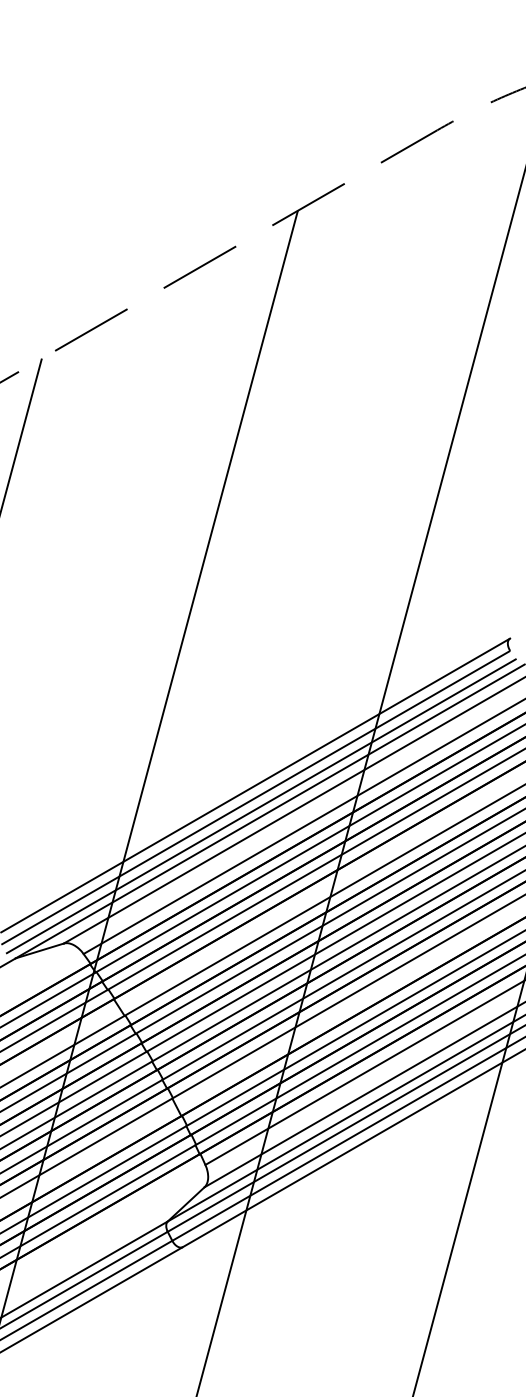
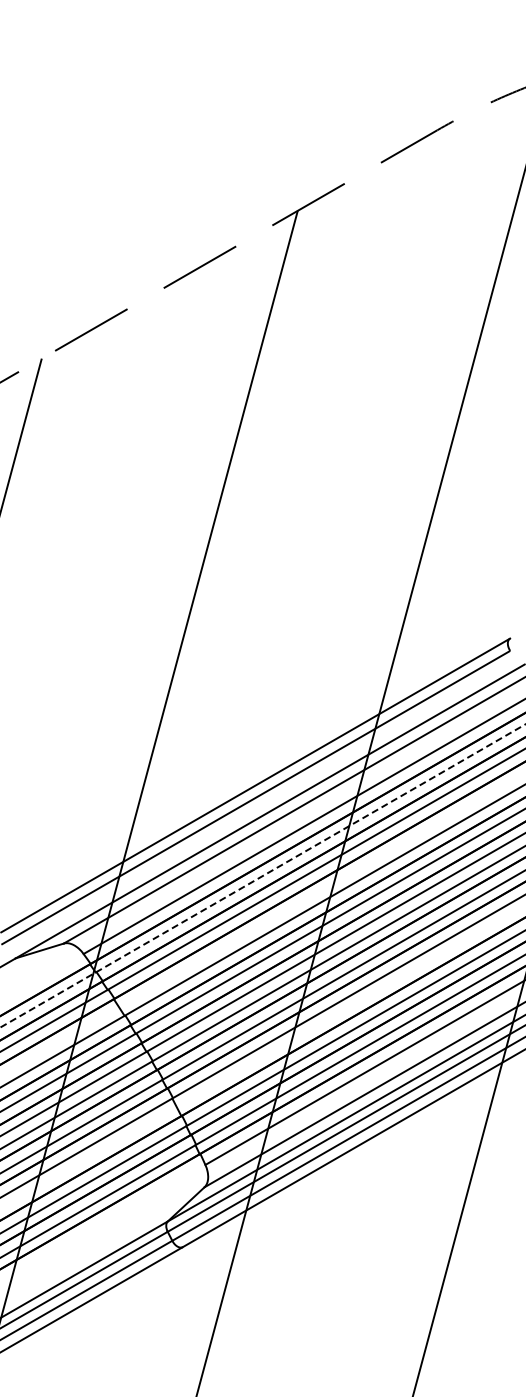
line at (260, 806): present -> none
line at (262, 875): solid -> dashed
